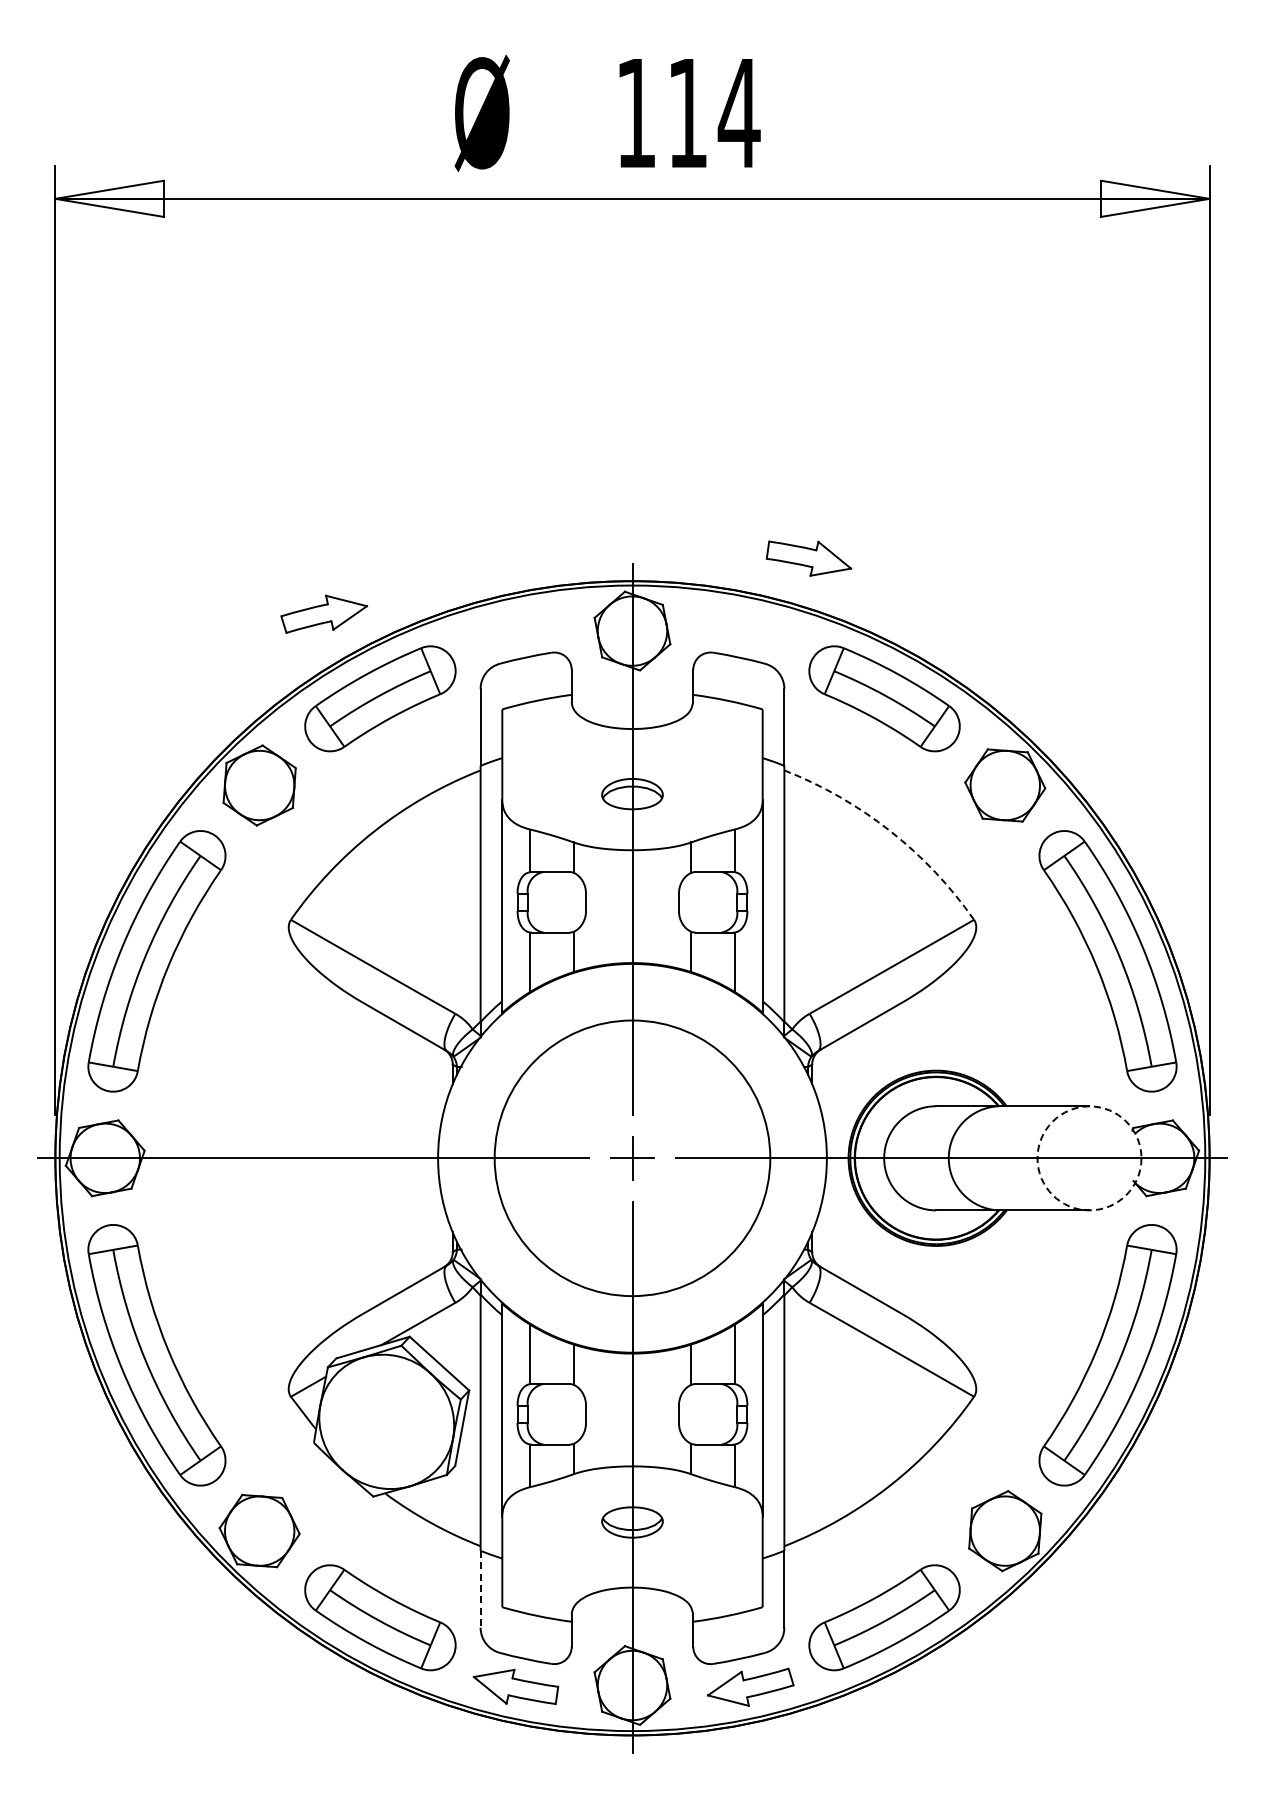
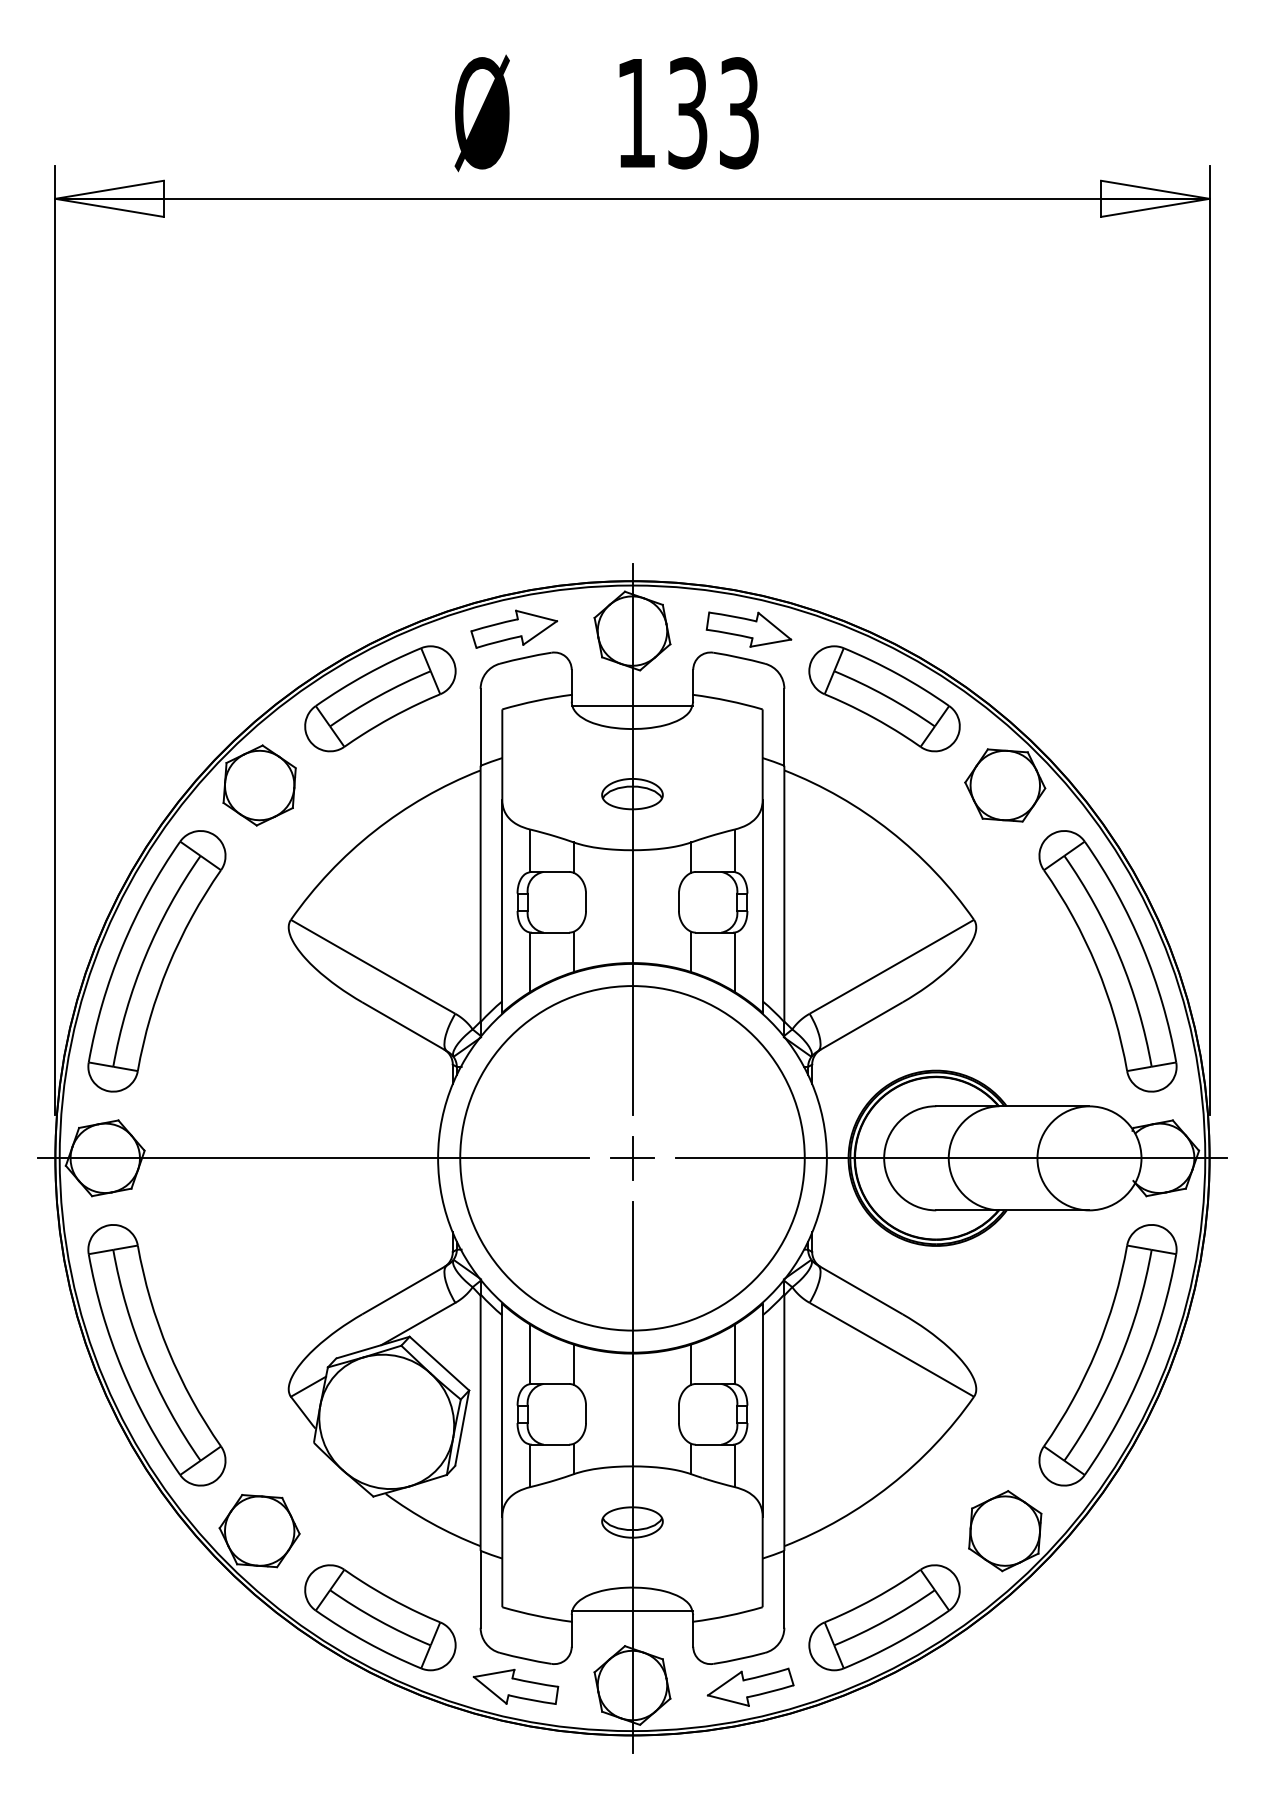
text at (714, 113): 114 -> 133
part at (808, 558) position: (808, 558) -> (748, 629)
part at (324, 613) position: (324, 613) -> (514, 628)
line at (632, 705): none -> present
arc at (890, 831): dashed -> solid
circle at (632, 1158) diameter: 276 px -> 345 px
circle at (1089, 1158): dashed -> solid
line at (480, 1589): dashed -> solid
line at (632, 1610): none -> present
